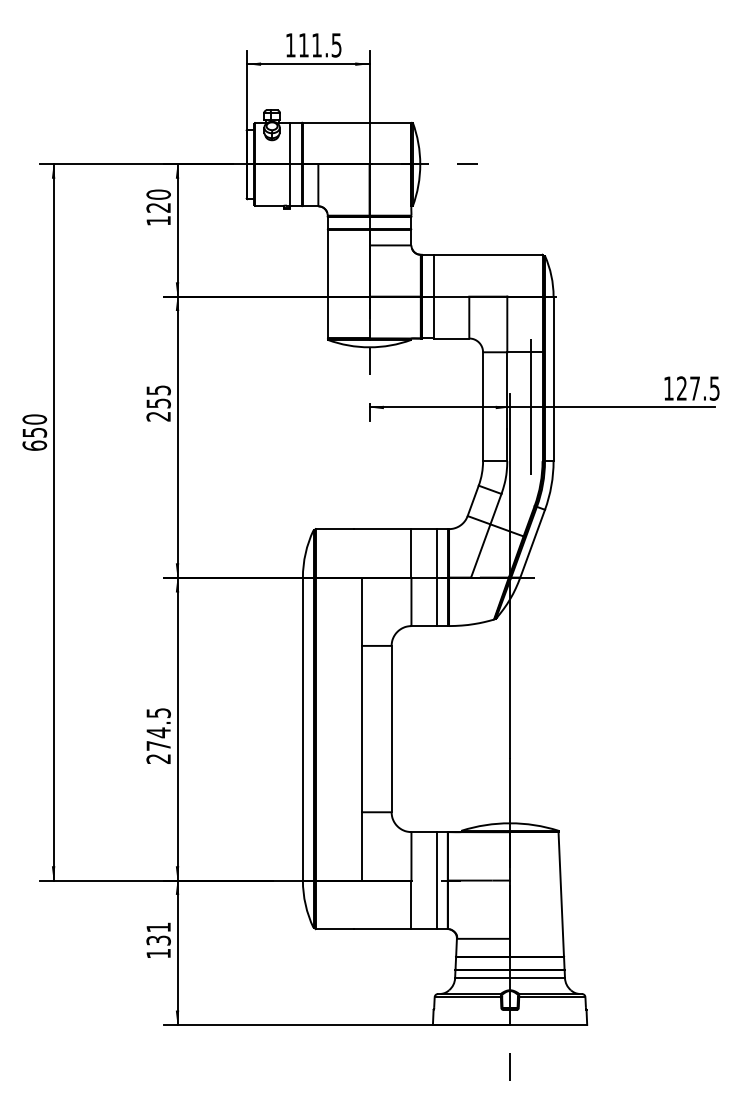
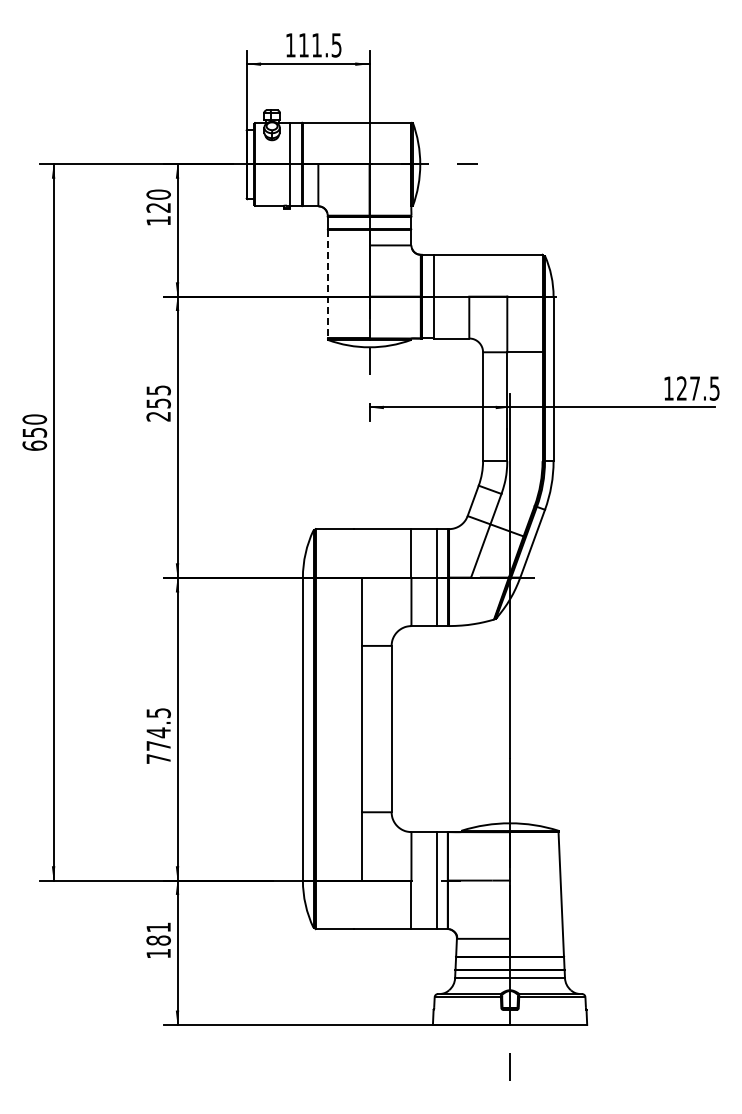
line at (327, 284): solid -> dashed
line at (531, 406): present -> none
text at (158, 758): 274.5 -> 774.5
text at (158, 940): 131 -> 181
